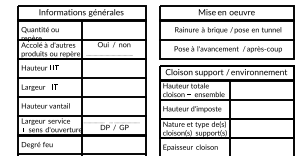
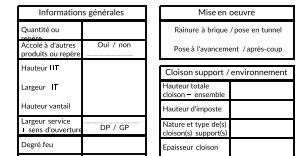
line at (226, 40): present -> none
line at (81, 78): present -> none
line at (81, 97): present -> none
